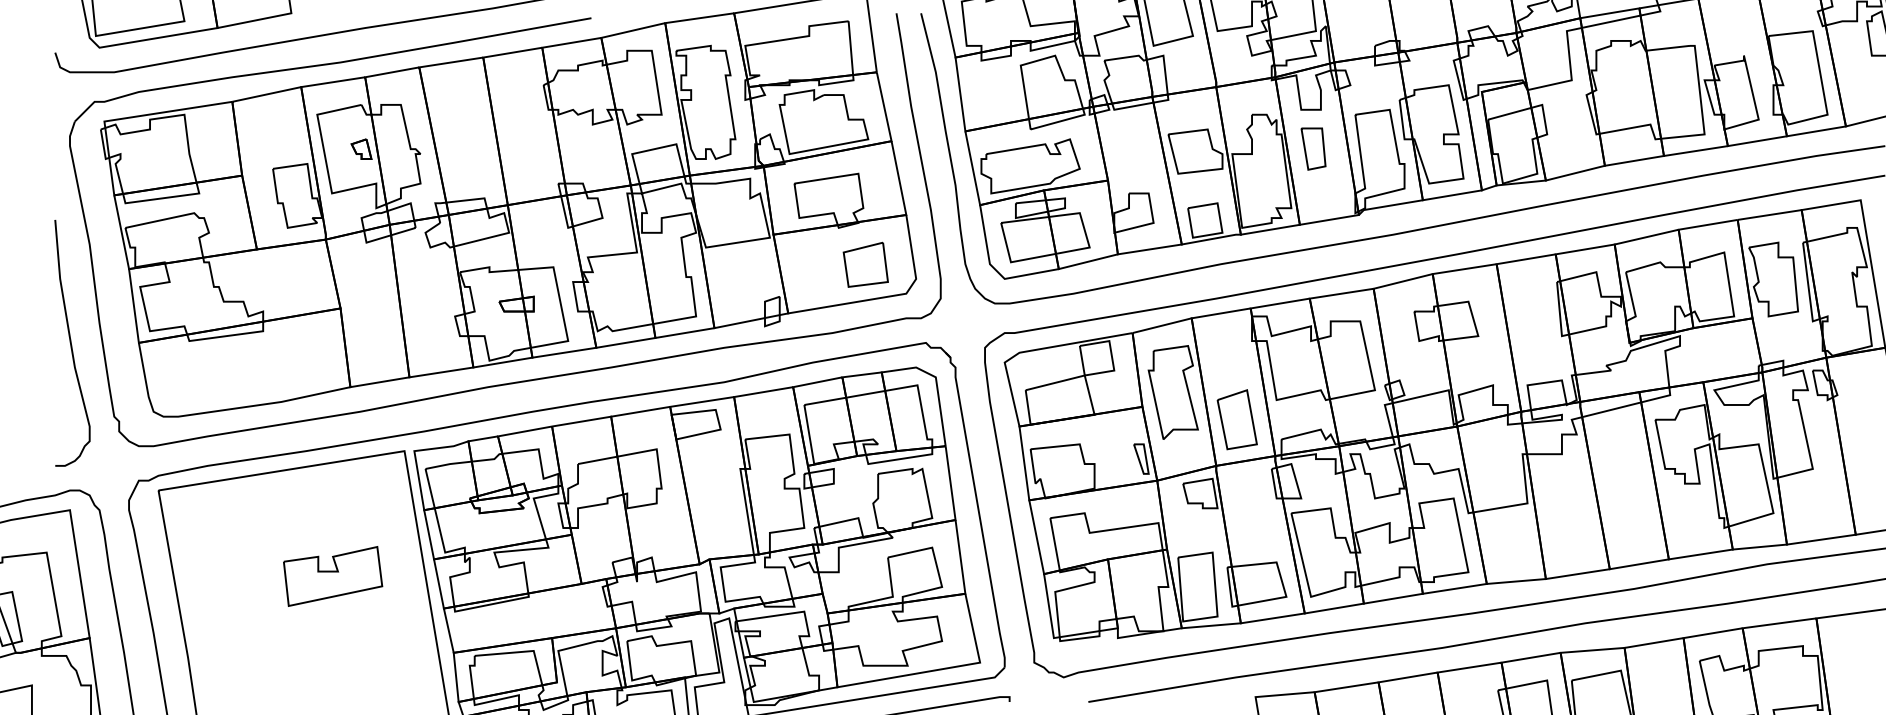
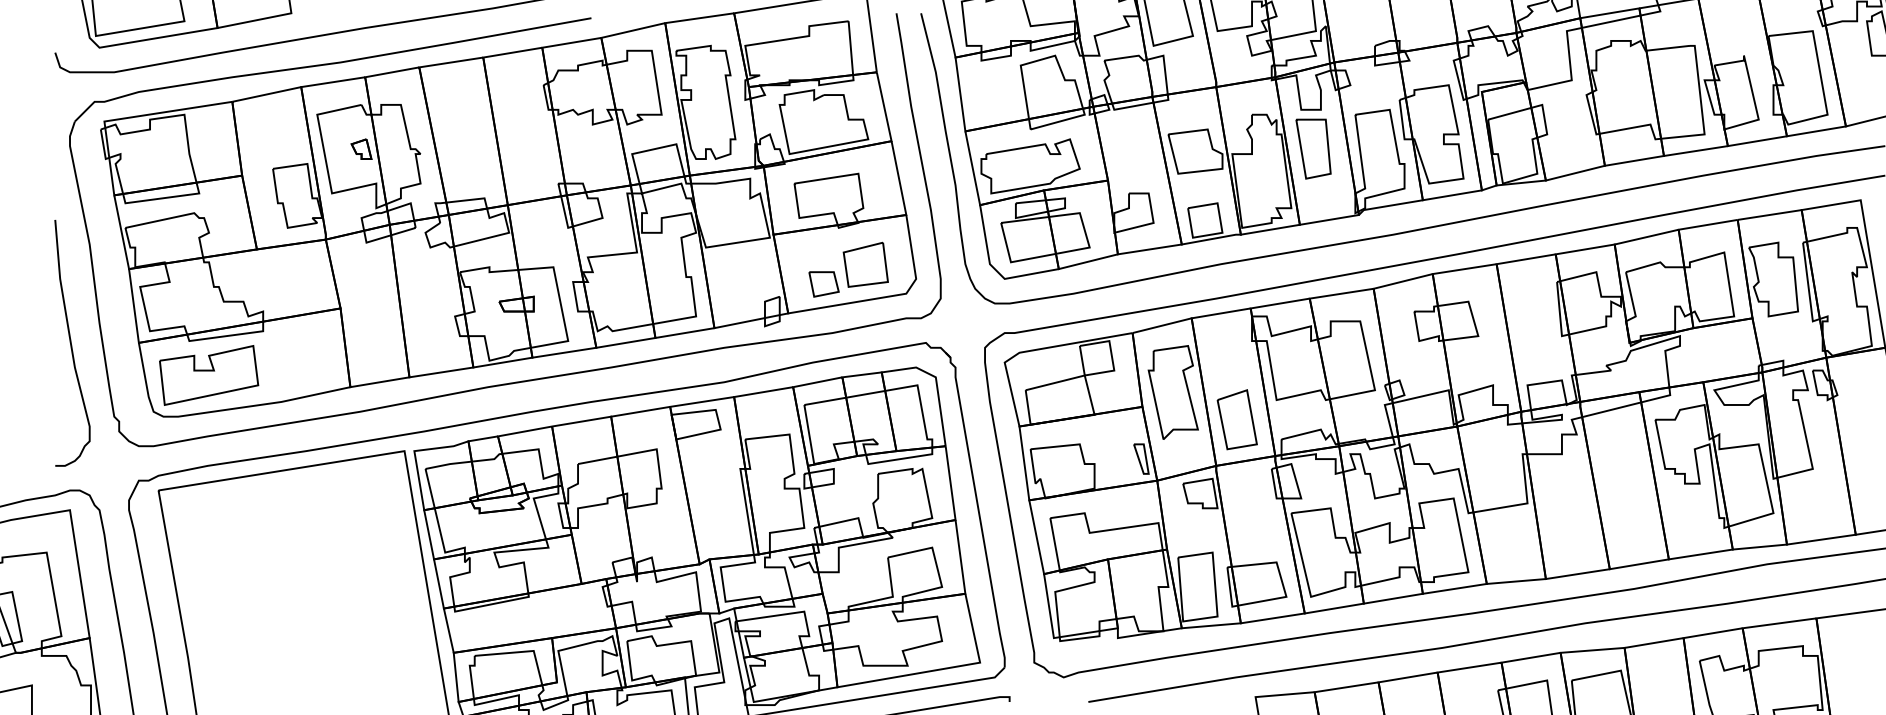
part at (1313, 148) size: 27x44 px -> 37x62 px
part at (823, 284): none -> present
part at (333, 576) position: (333, 576) -> (209, 375)
